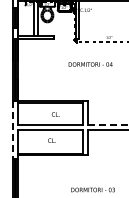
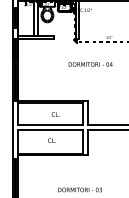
line at (108, 124): dashed -> solid
line at (13, 130): dashed -> solid
text at (92, 189) position: (92, 189) -> (79, 189)
